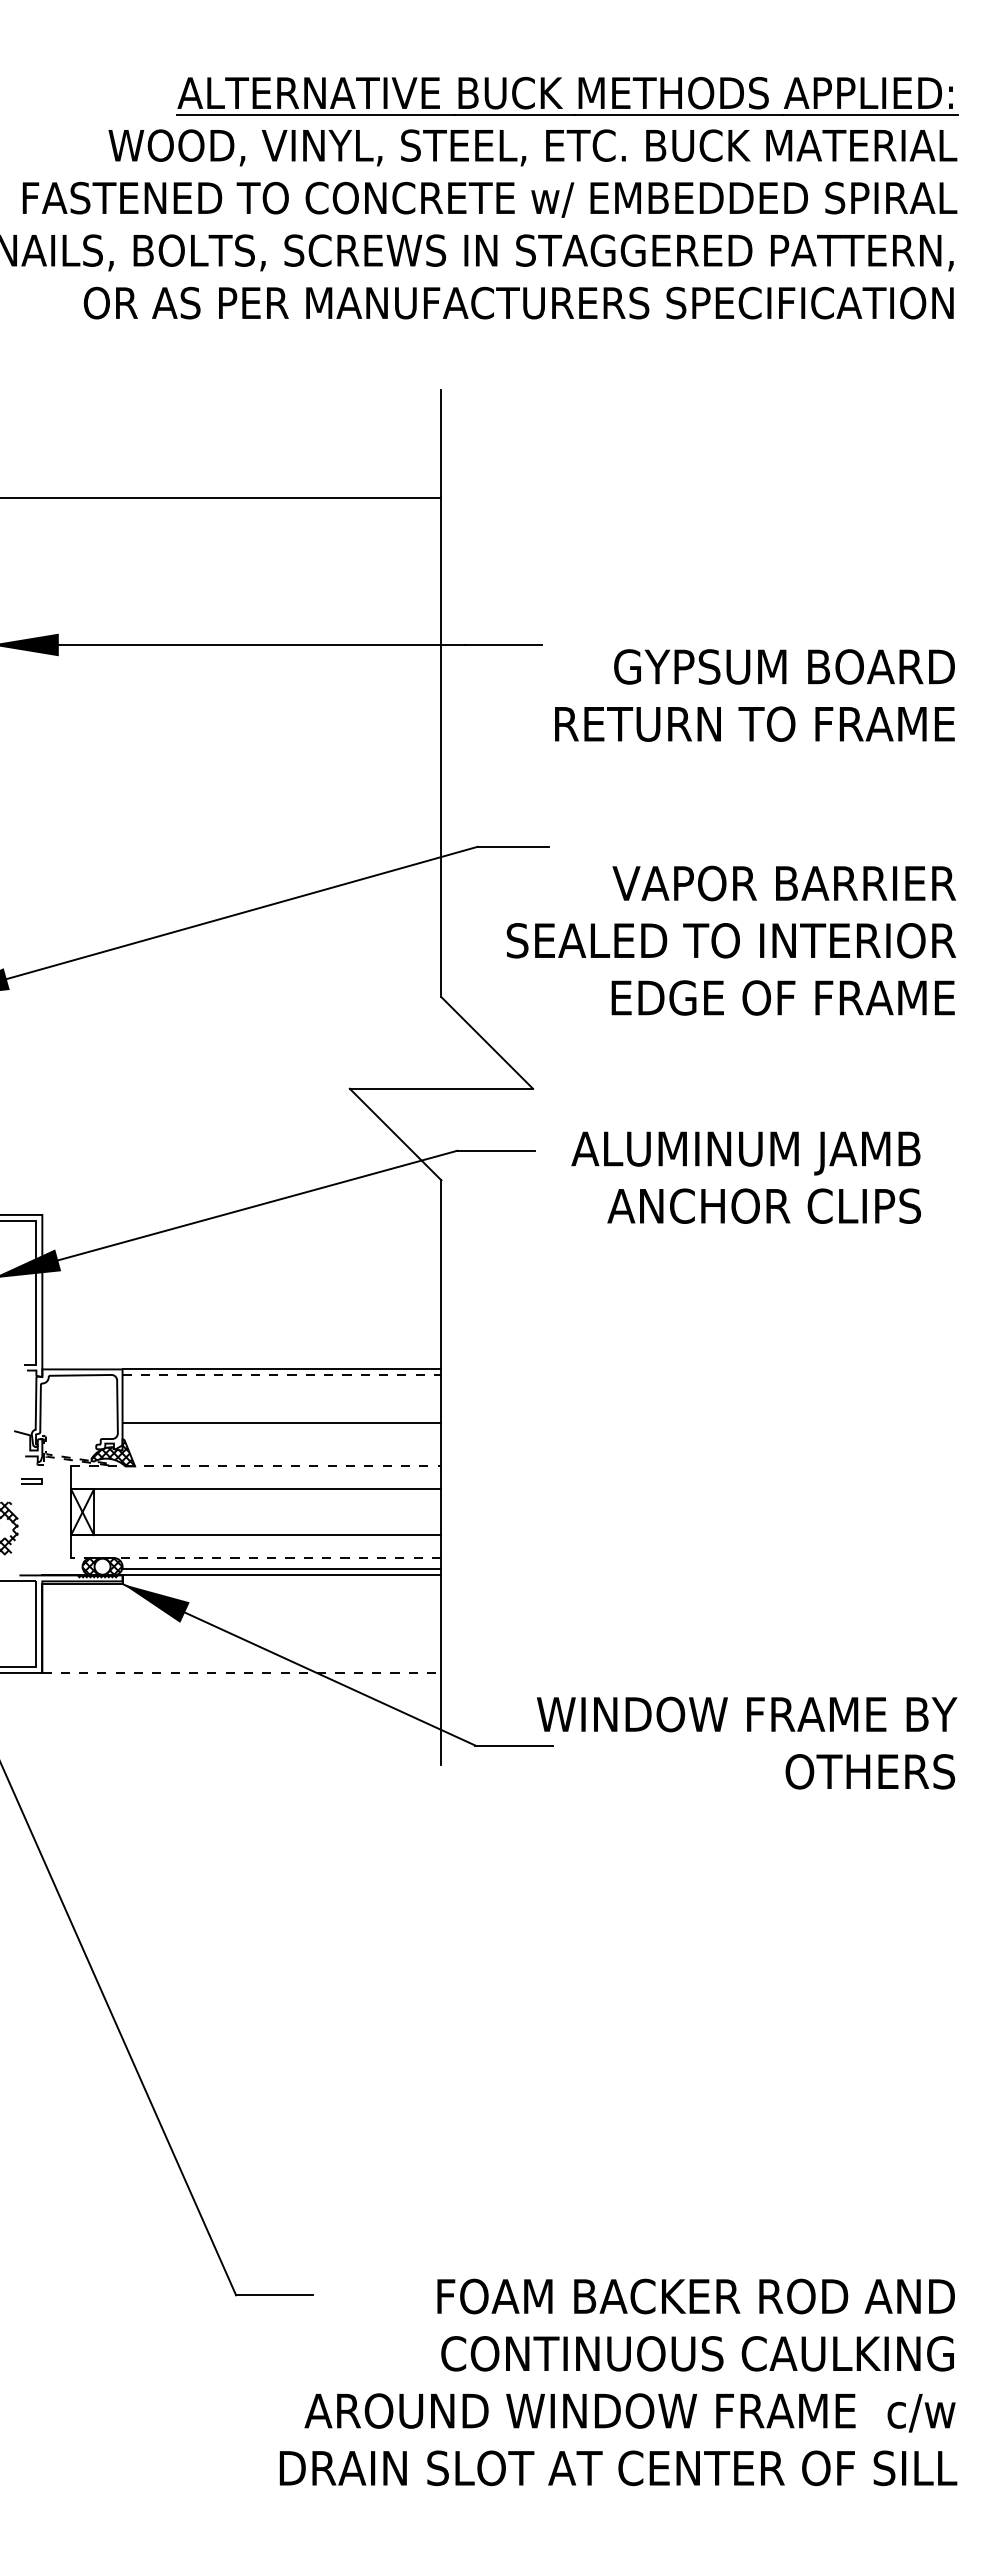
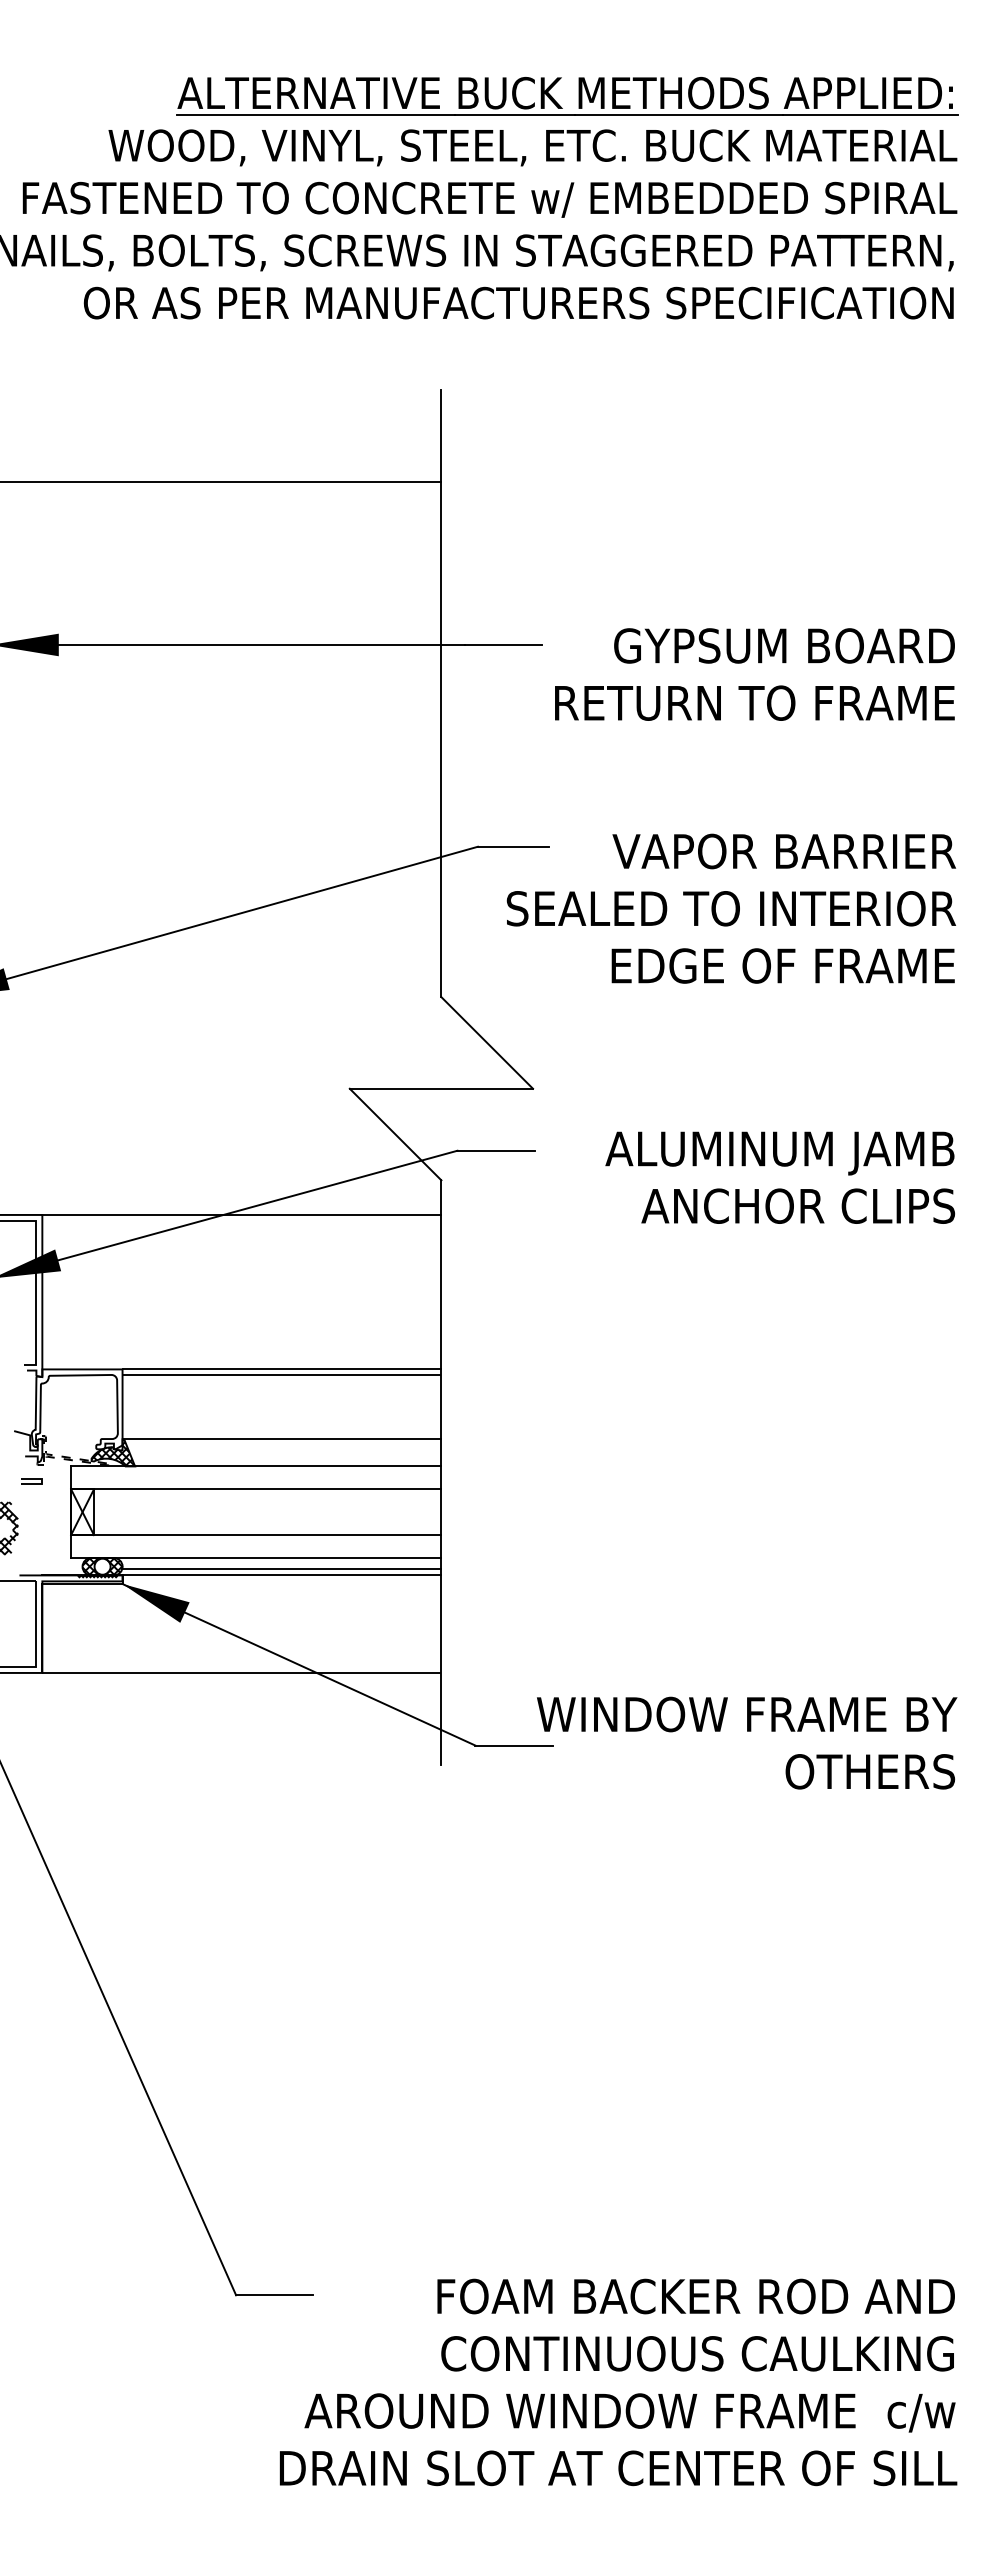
line at (221, 497) position: (221, 497) -> (221, 481)
text at (754, 695) position: (754, 695) -> (754, 674)
text at (730, 940) position: (730, 940) -> (730, 908)
text at (746, 1177) position: (746, 1177) -> (780, 1177)
line at (241, 1214): none -> present
line at (282, 1375): dashed -> solid
line at (281, 1423) position: (281, 1423) -> (281, 1439)
line at (256, 1466): dashed -> solid
line at (256, 1558): dashed -> solid
line at (242, 1672): dashed -> solid
